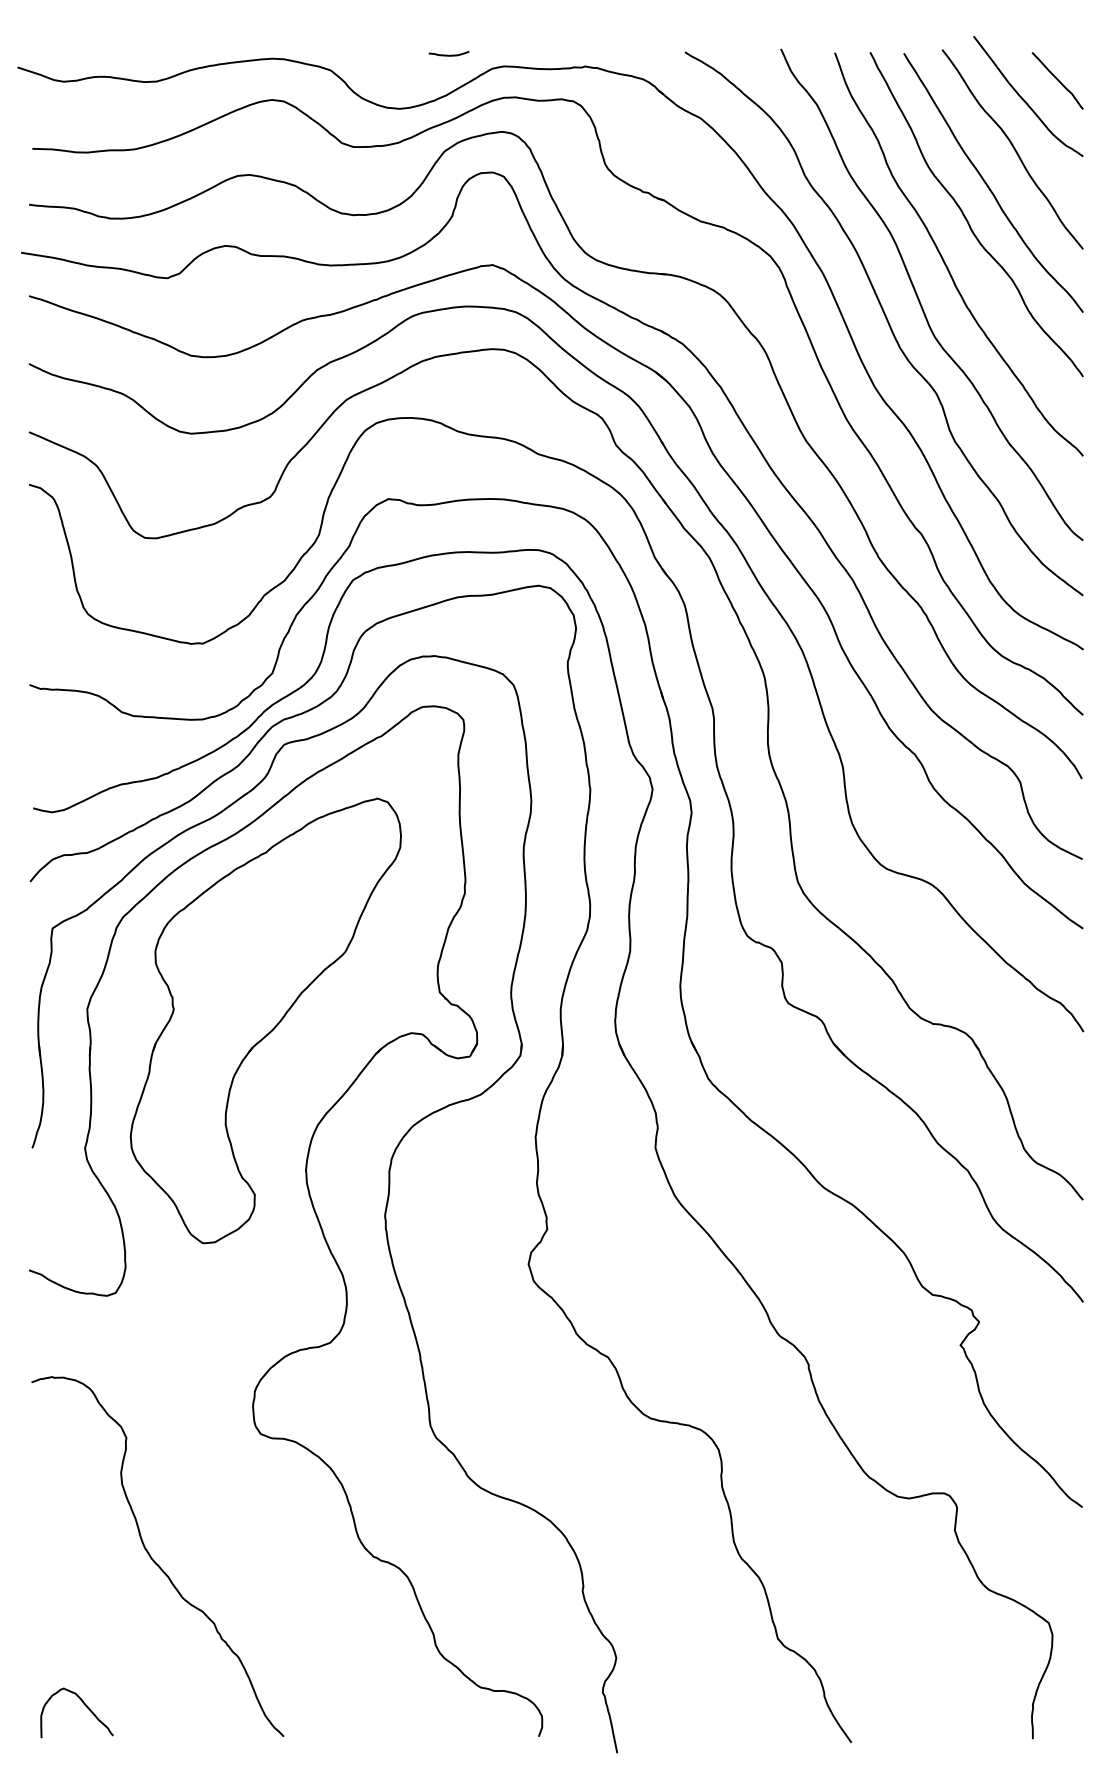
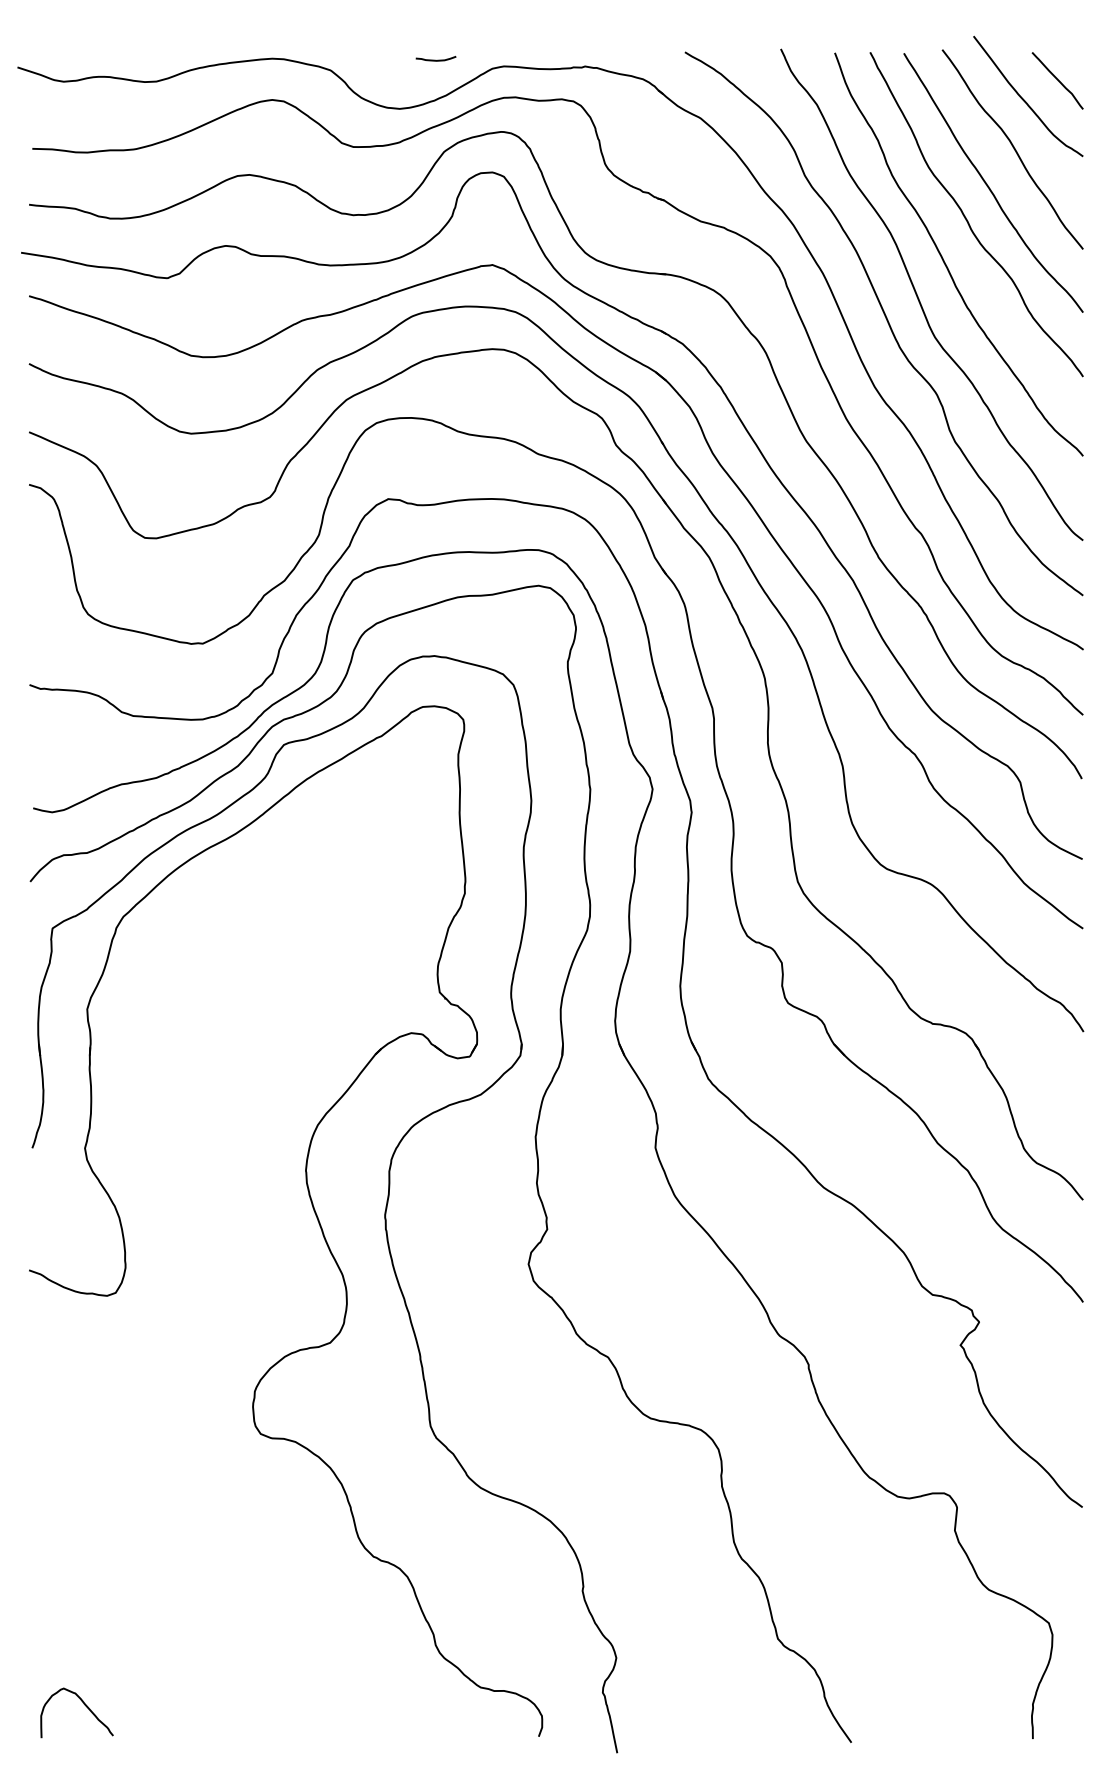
curve at (448, 54) position: (448, 54) -> (435, 59)
part at (265, 1020): present -> none
curve at (153, 1559): present -> none
